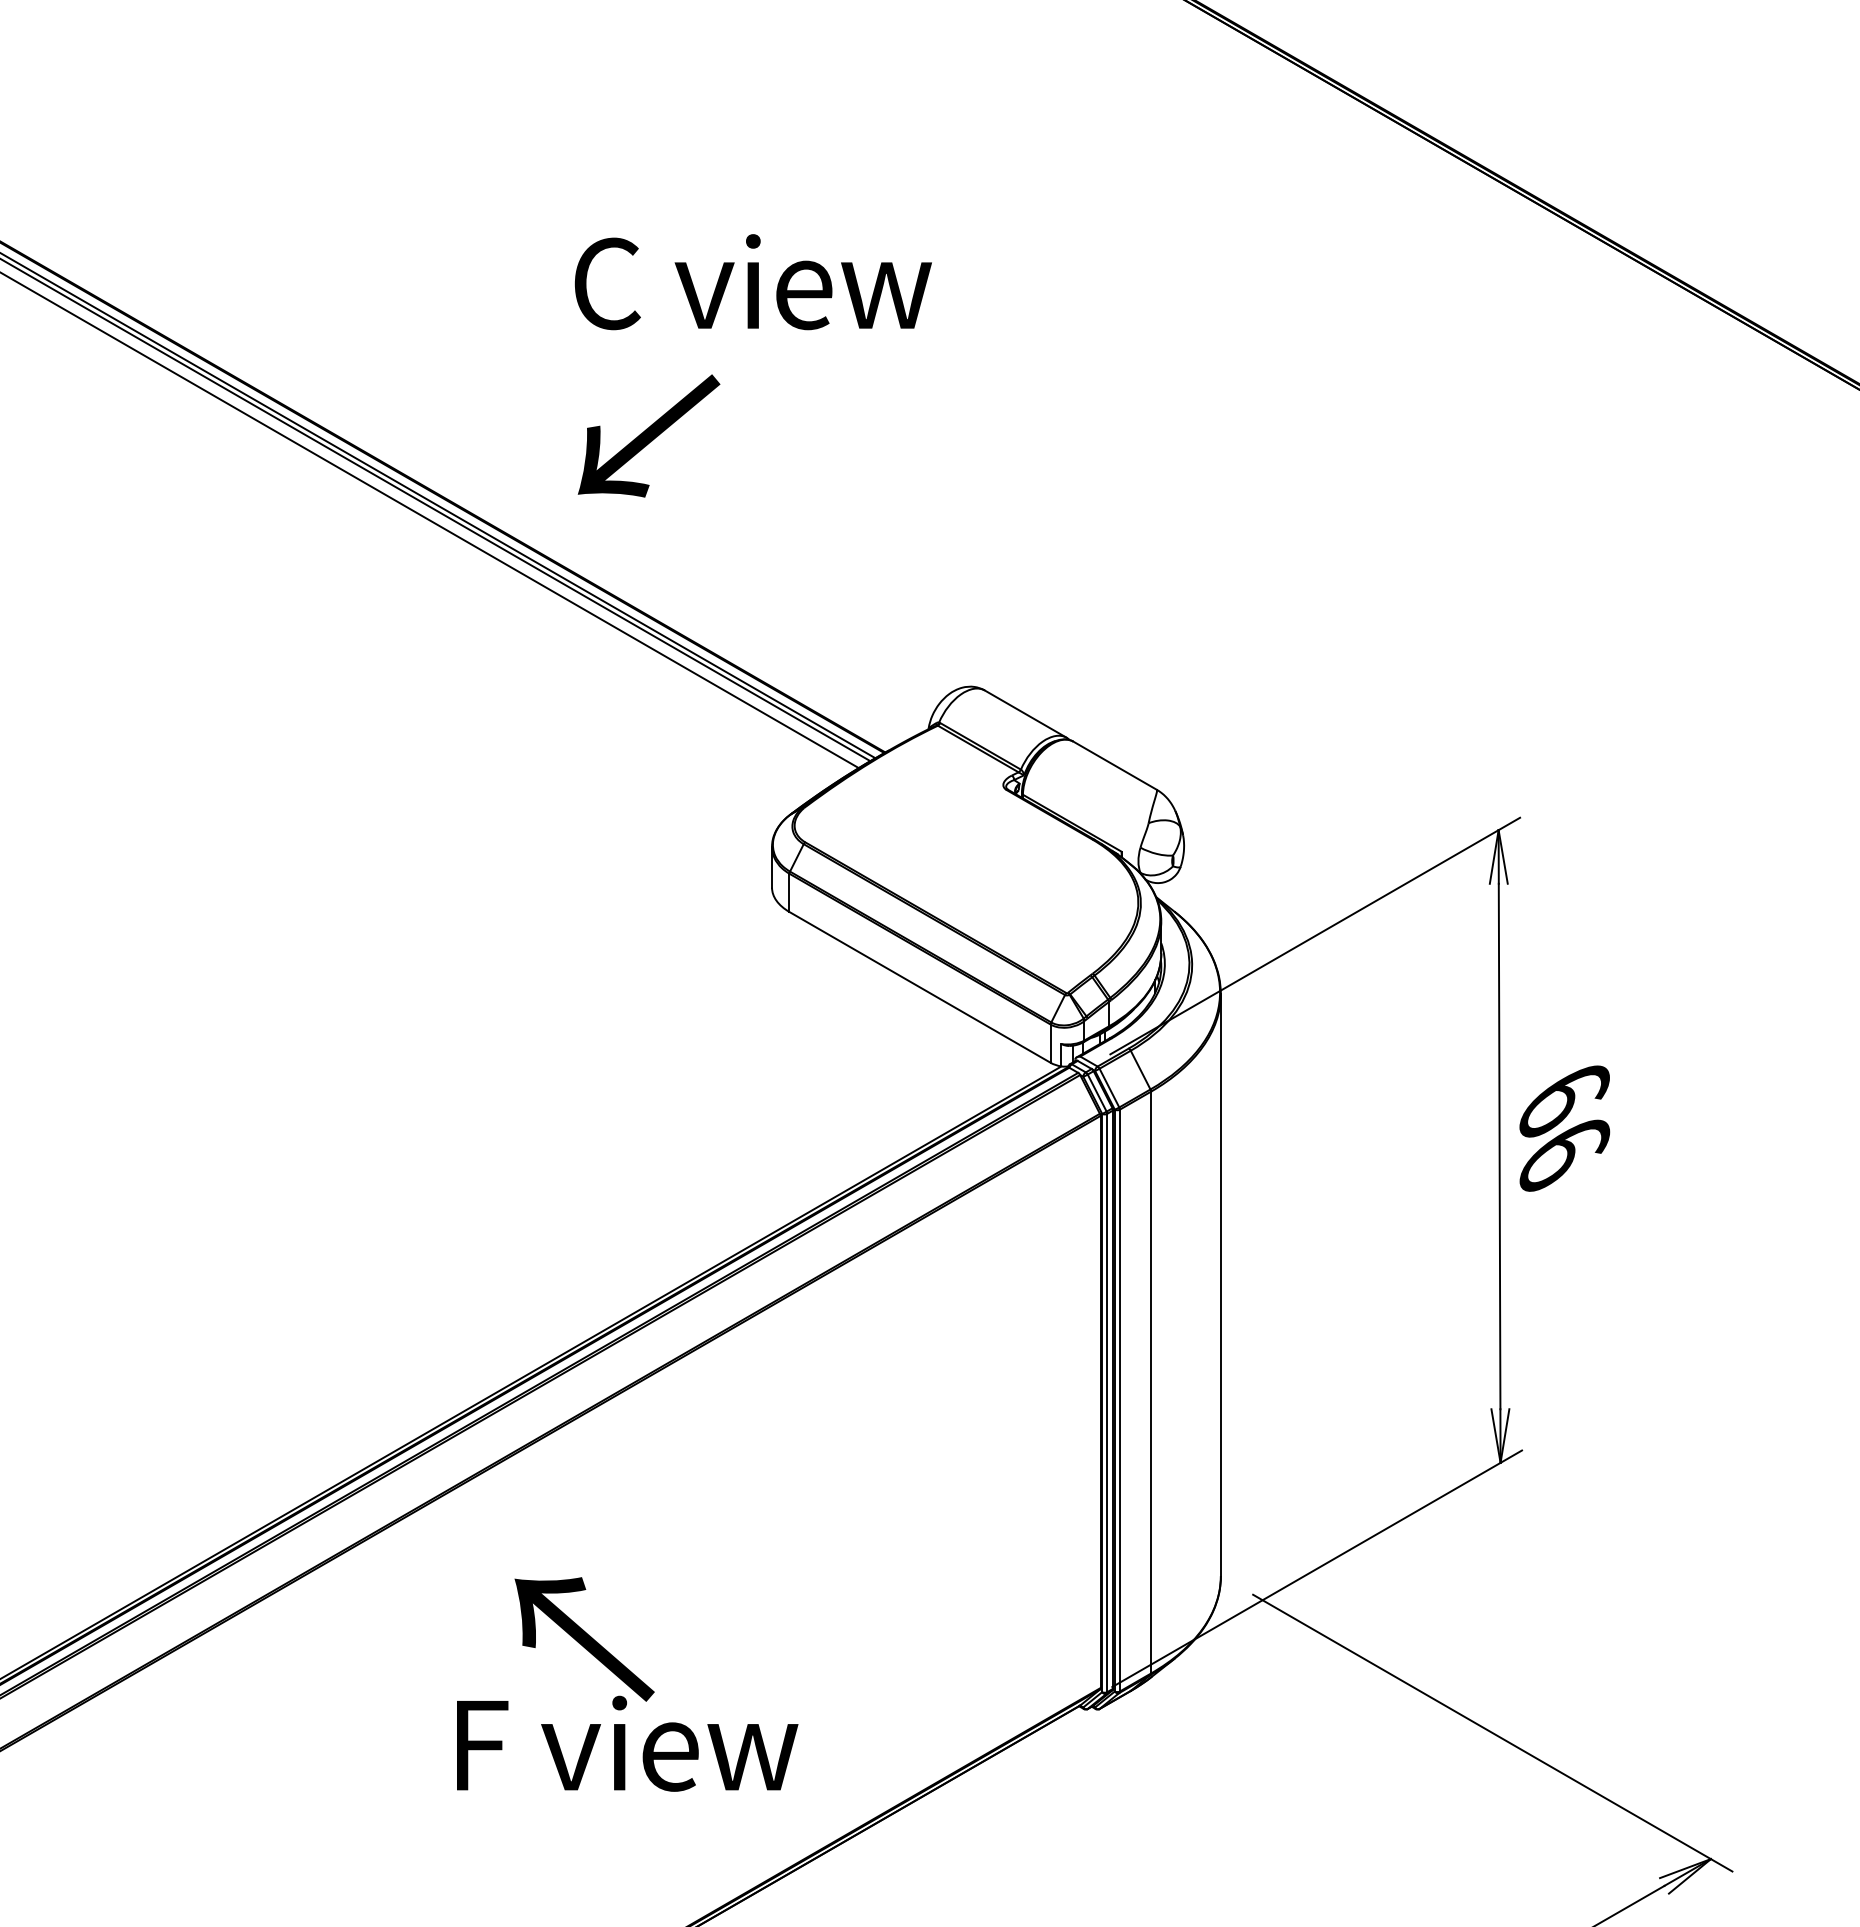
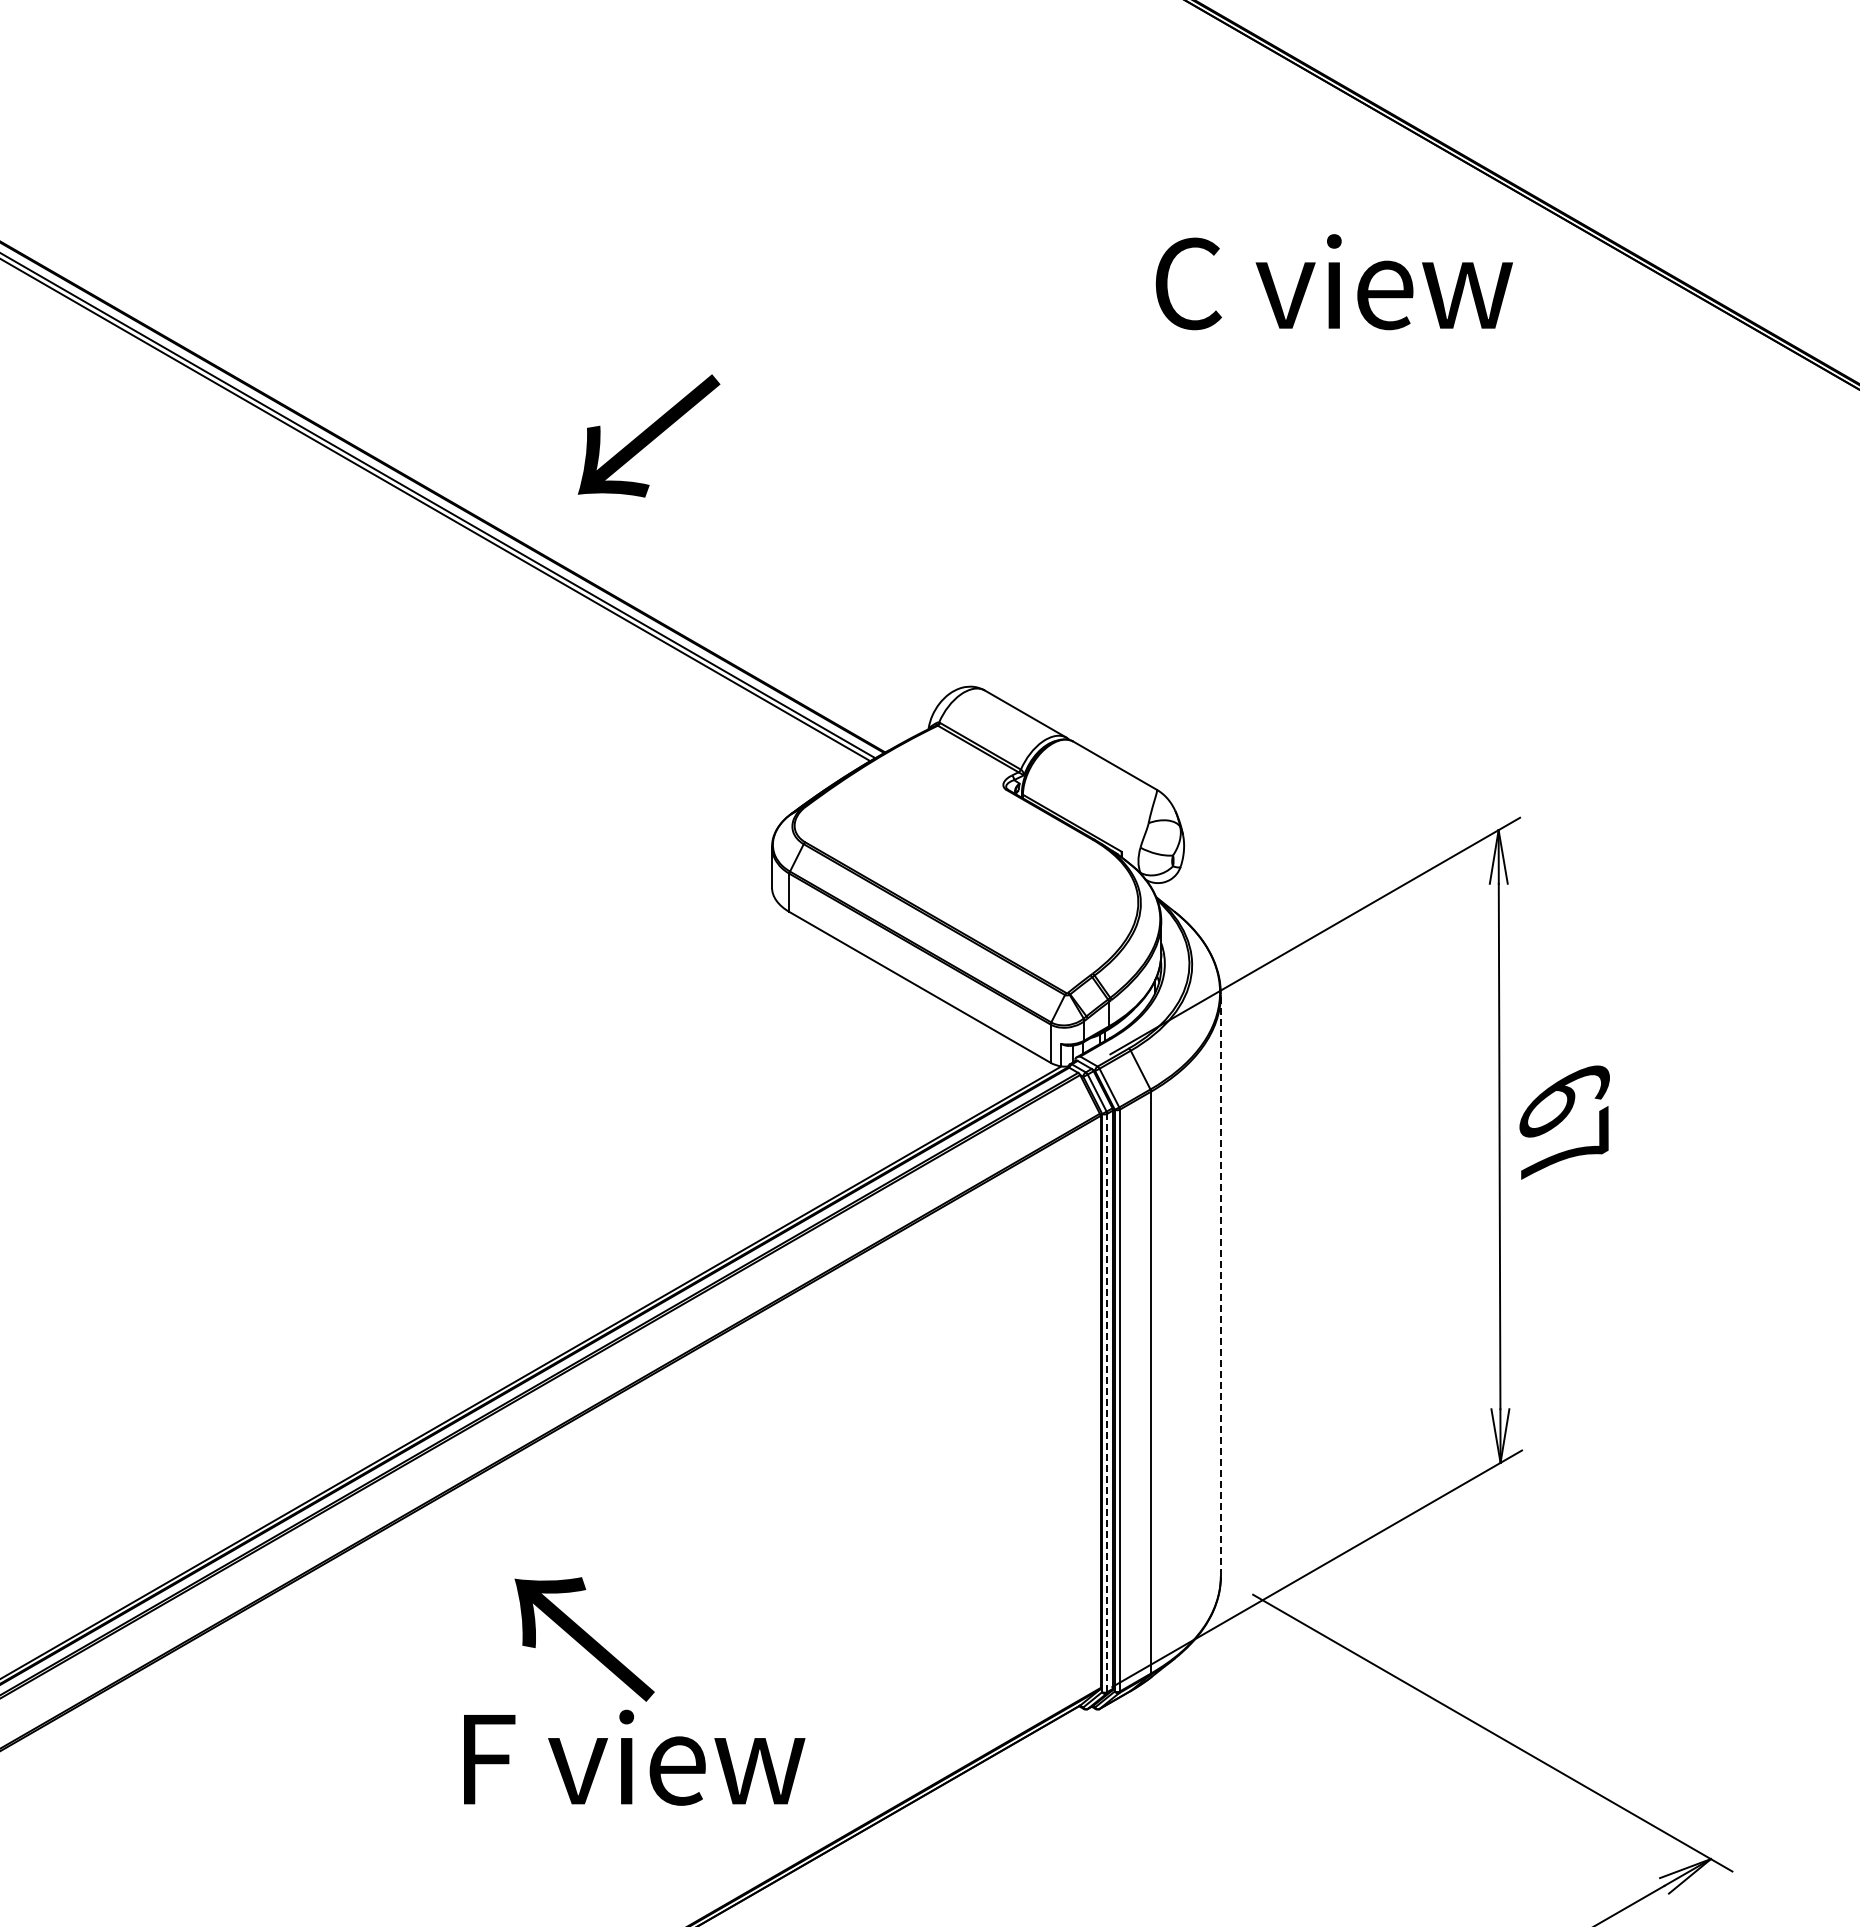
text at (752, 282) position: (752, 282) -> (1333, 282)
line at (430, 520): present -> none
text at (1564, 1148): 66 -> 67
line at (1220, 1285): solid -> dashed
line at (1107, 1402): solid -> dashed
text at (627, 1743) position: (627, 1743) -> (634, 1757)
